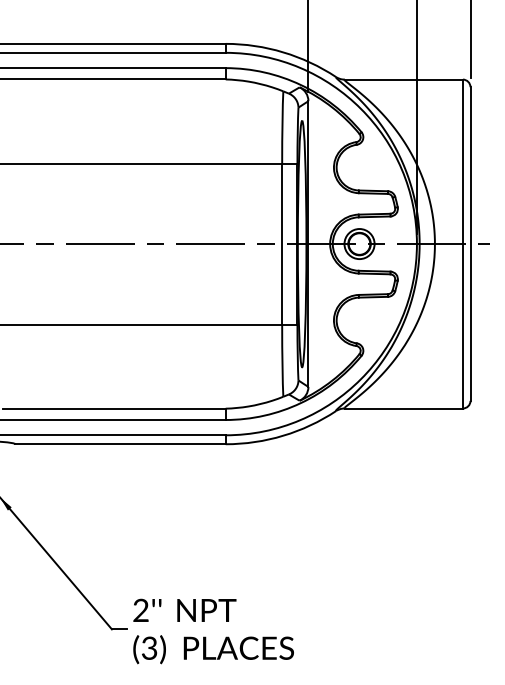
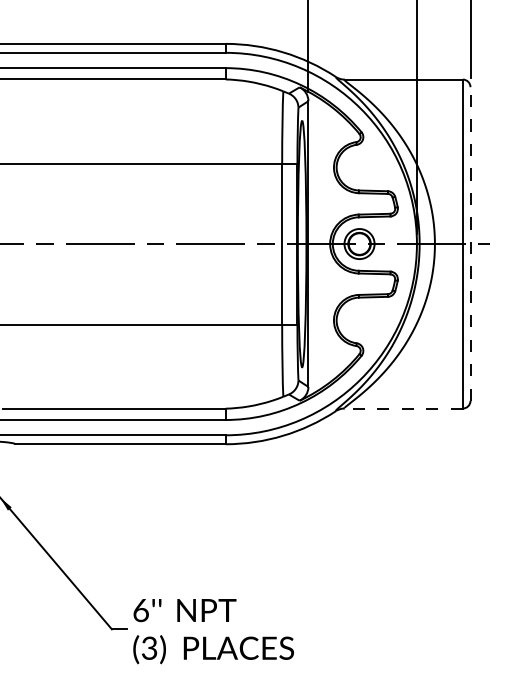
line at (470, 244): solid -> dashed
line at (403, 408): solid -> dashed
text at (140, 610): 2'' -> 6''
